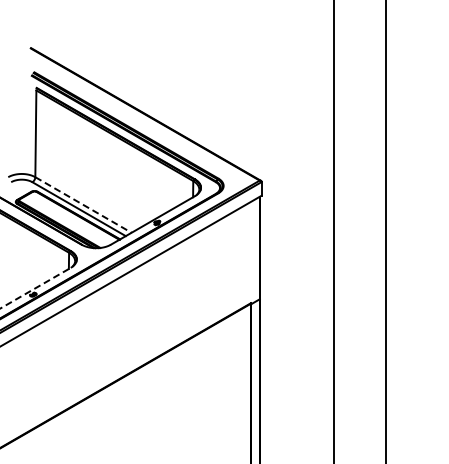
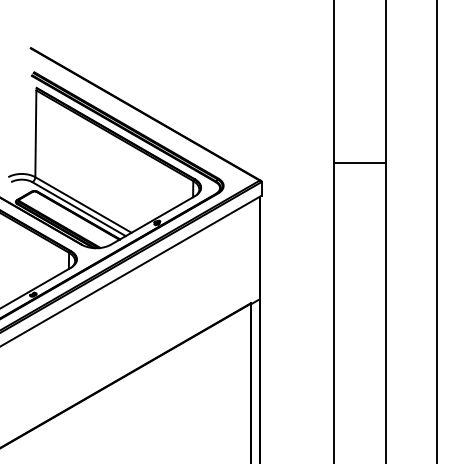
line at (359, 162): none -> present
line at (83, 204): dashed -> solid
line at (437, 231): none -> present
line at (35, 288): dashed -> solid
